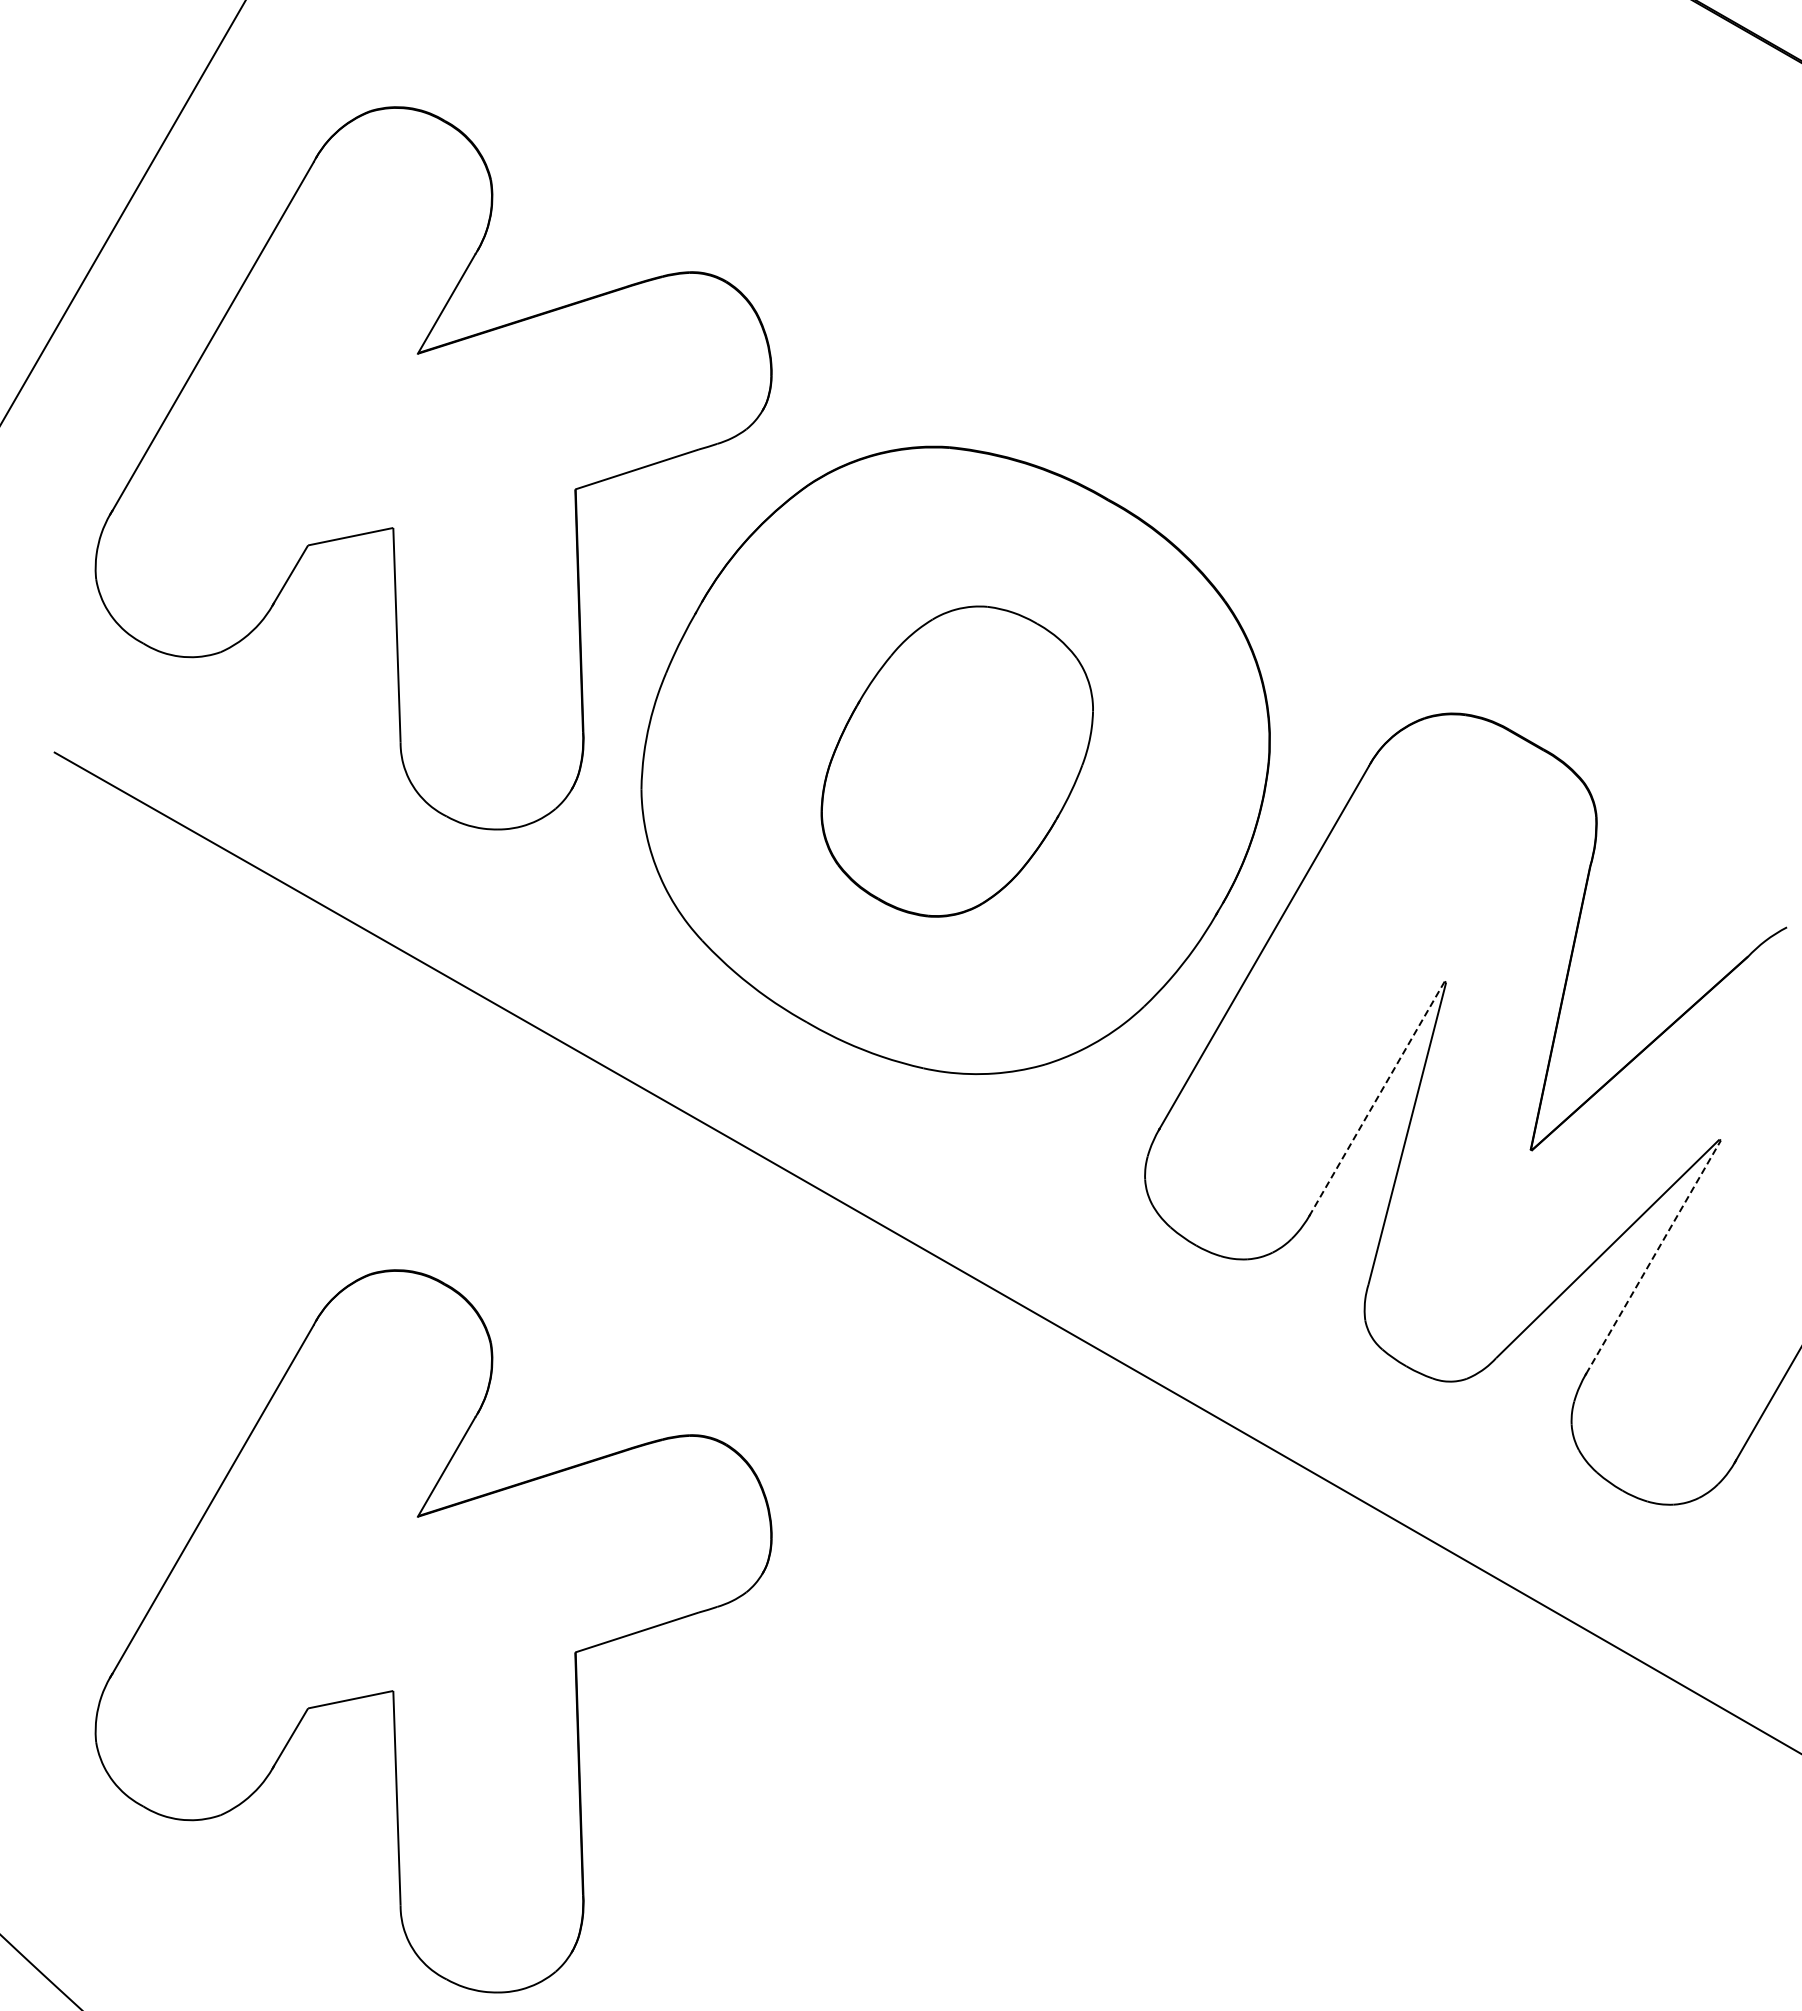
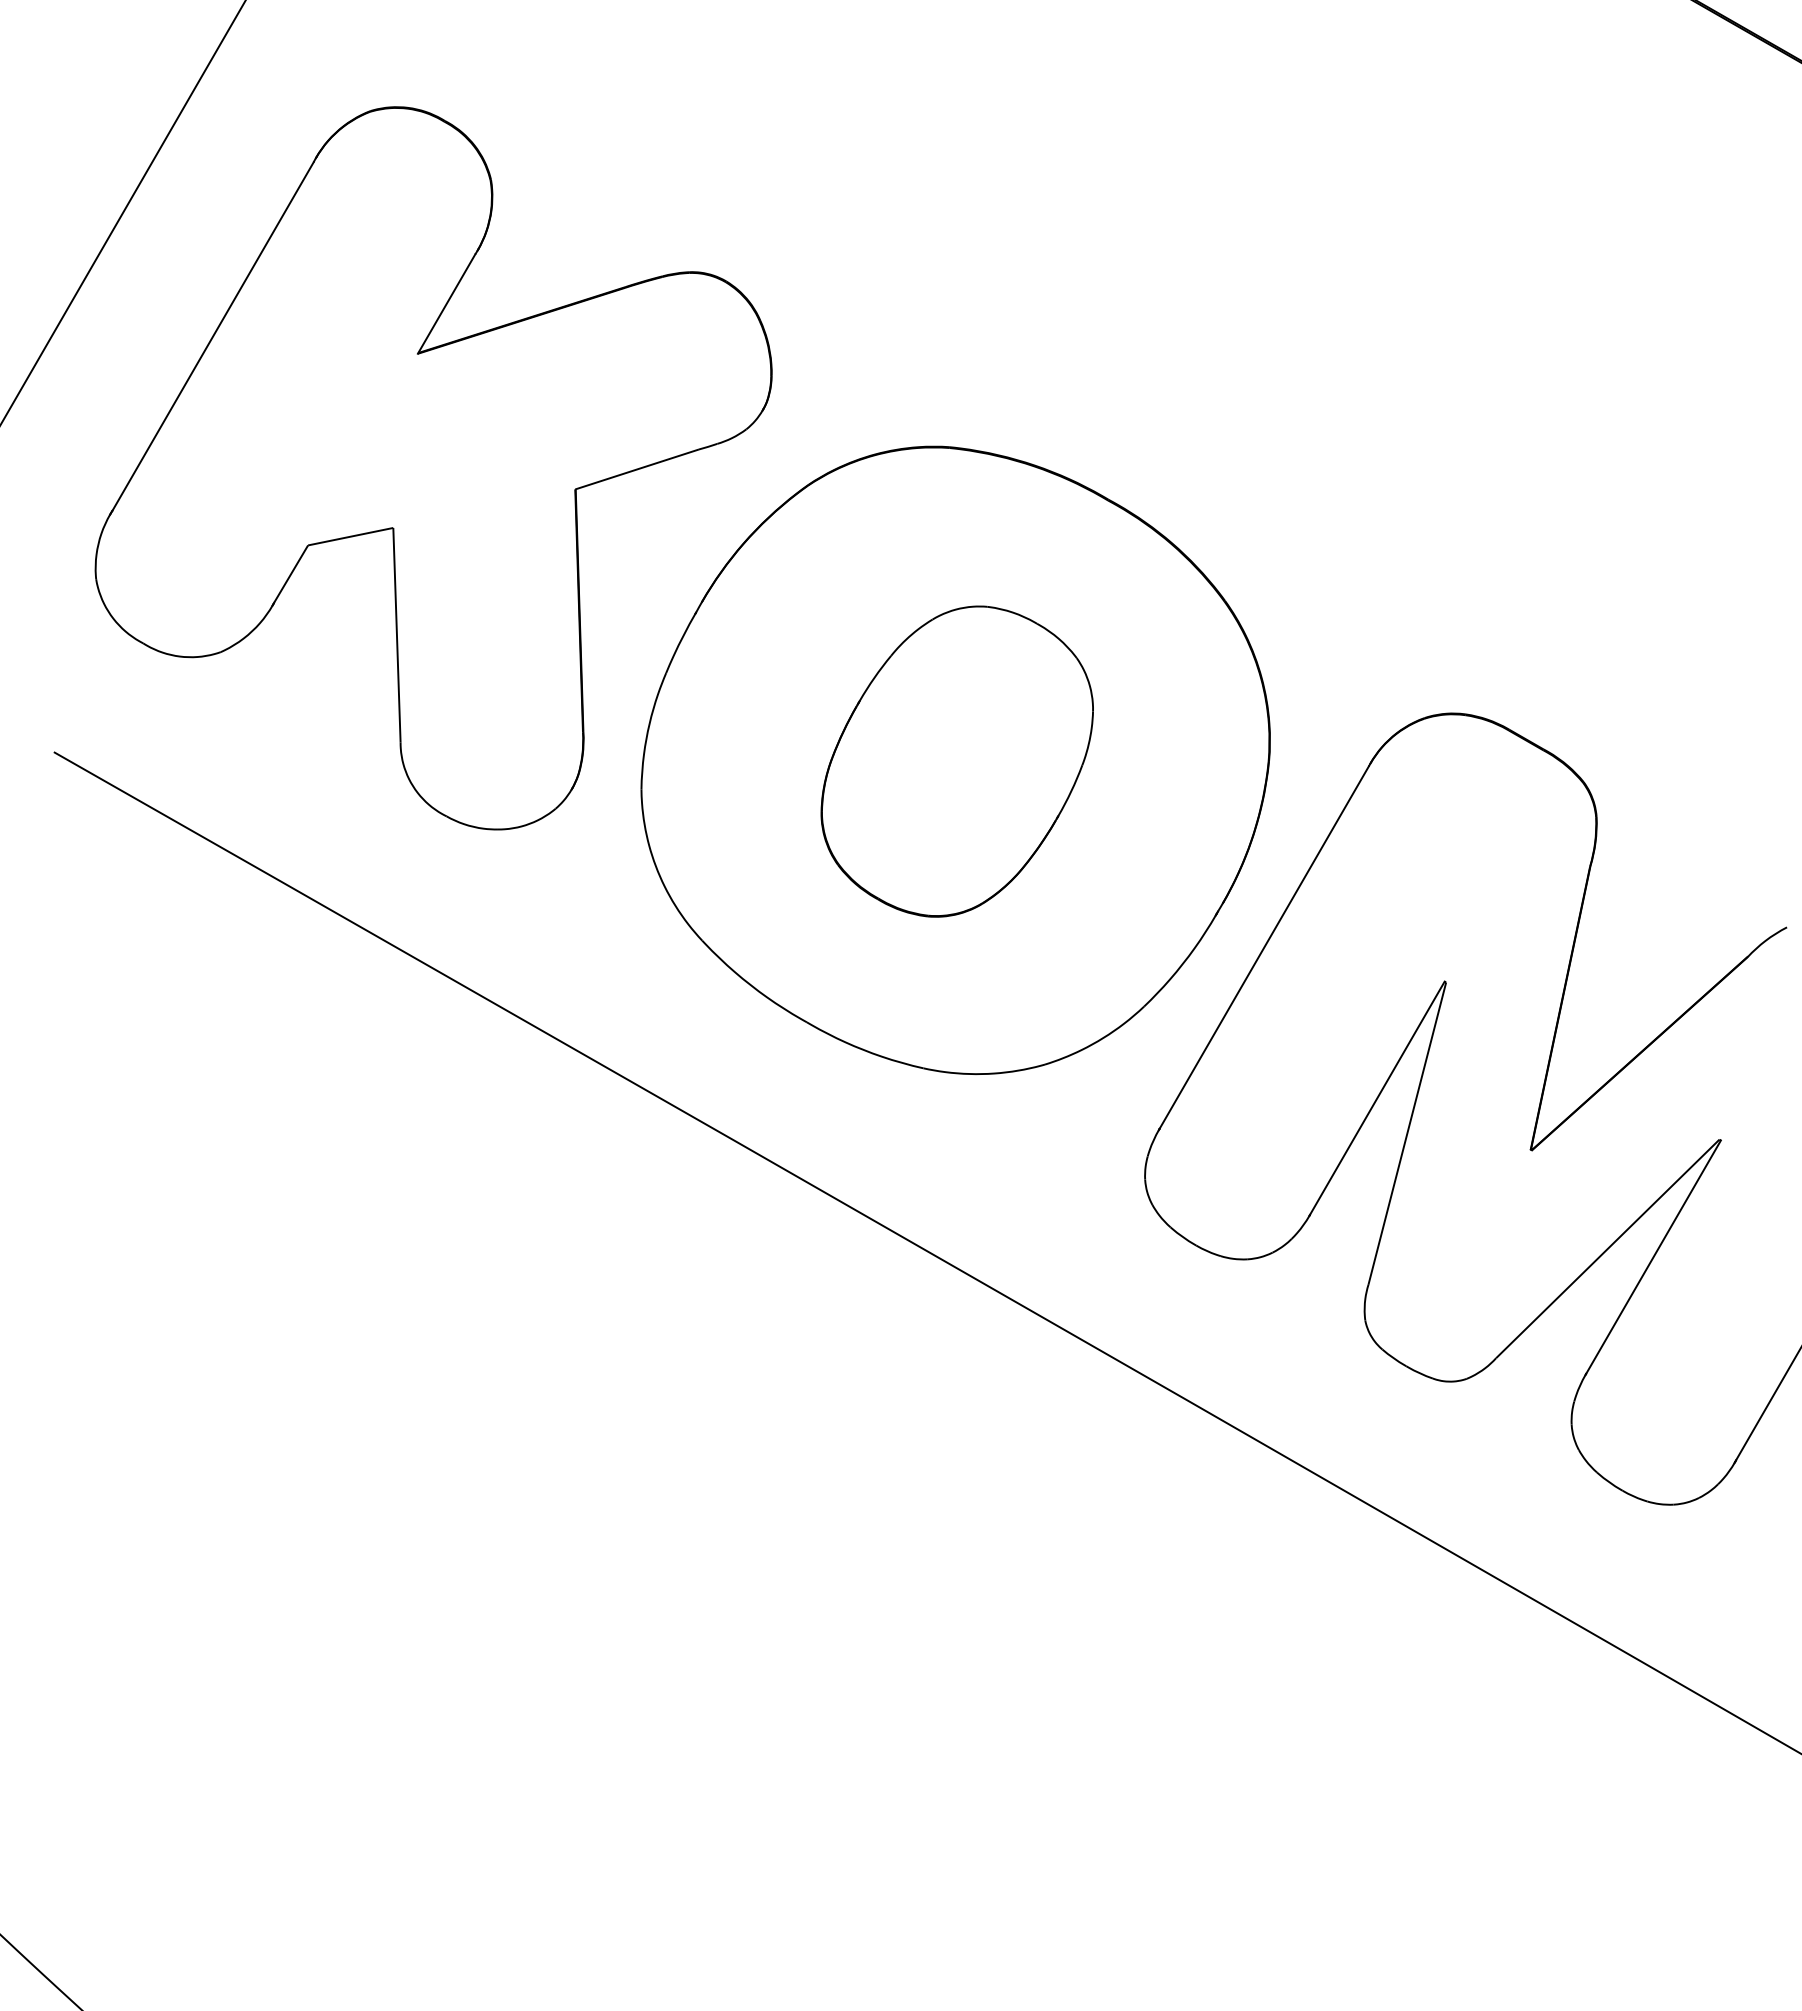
line at (1377, 1098): dashed -> solid
line at (1653, 1257): dashed -> solid
part at (433, 1631): present -> none
